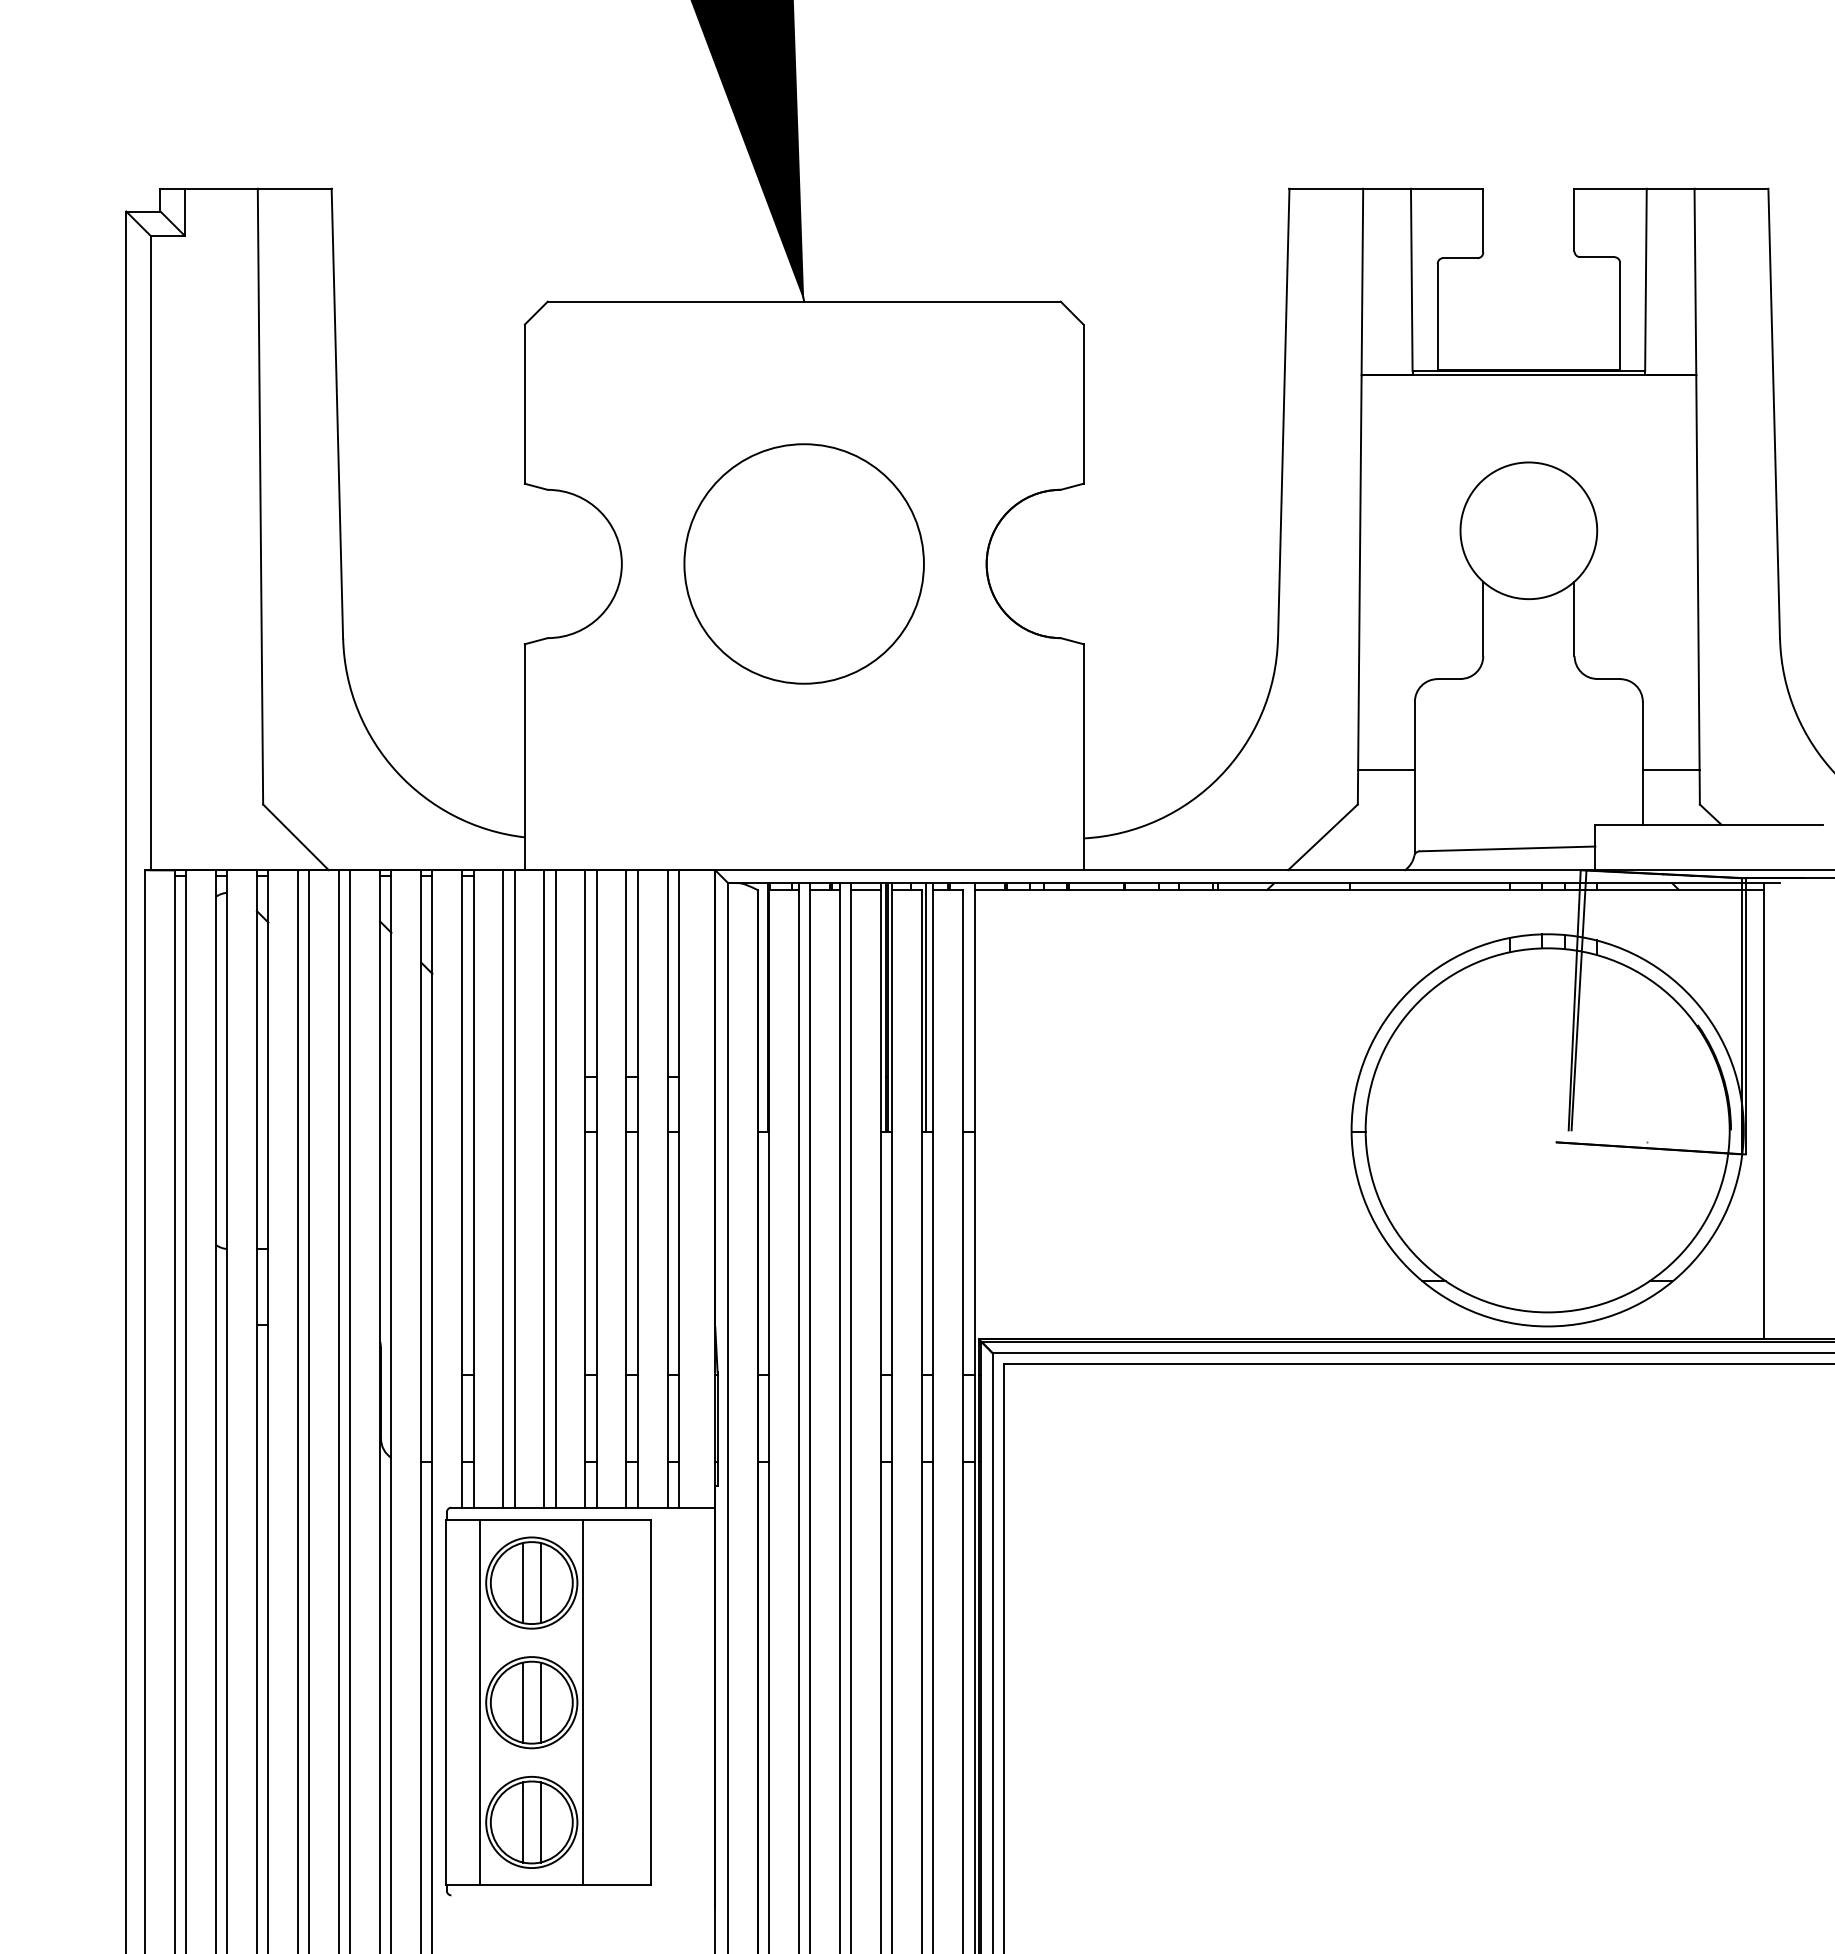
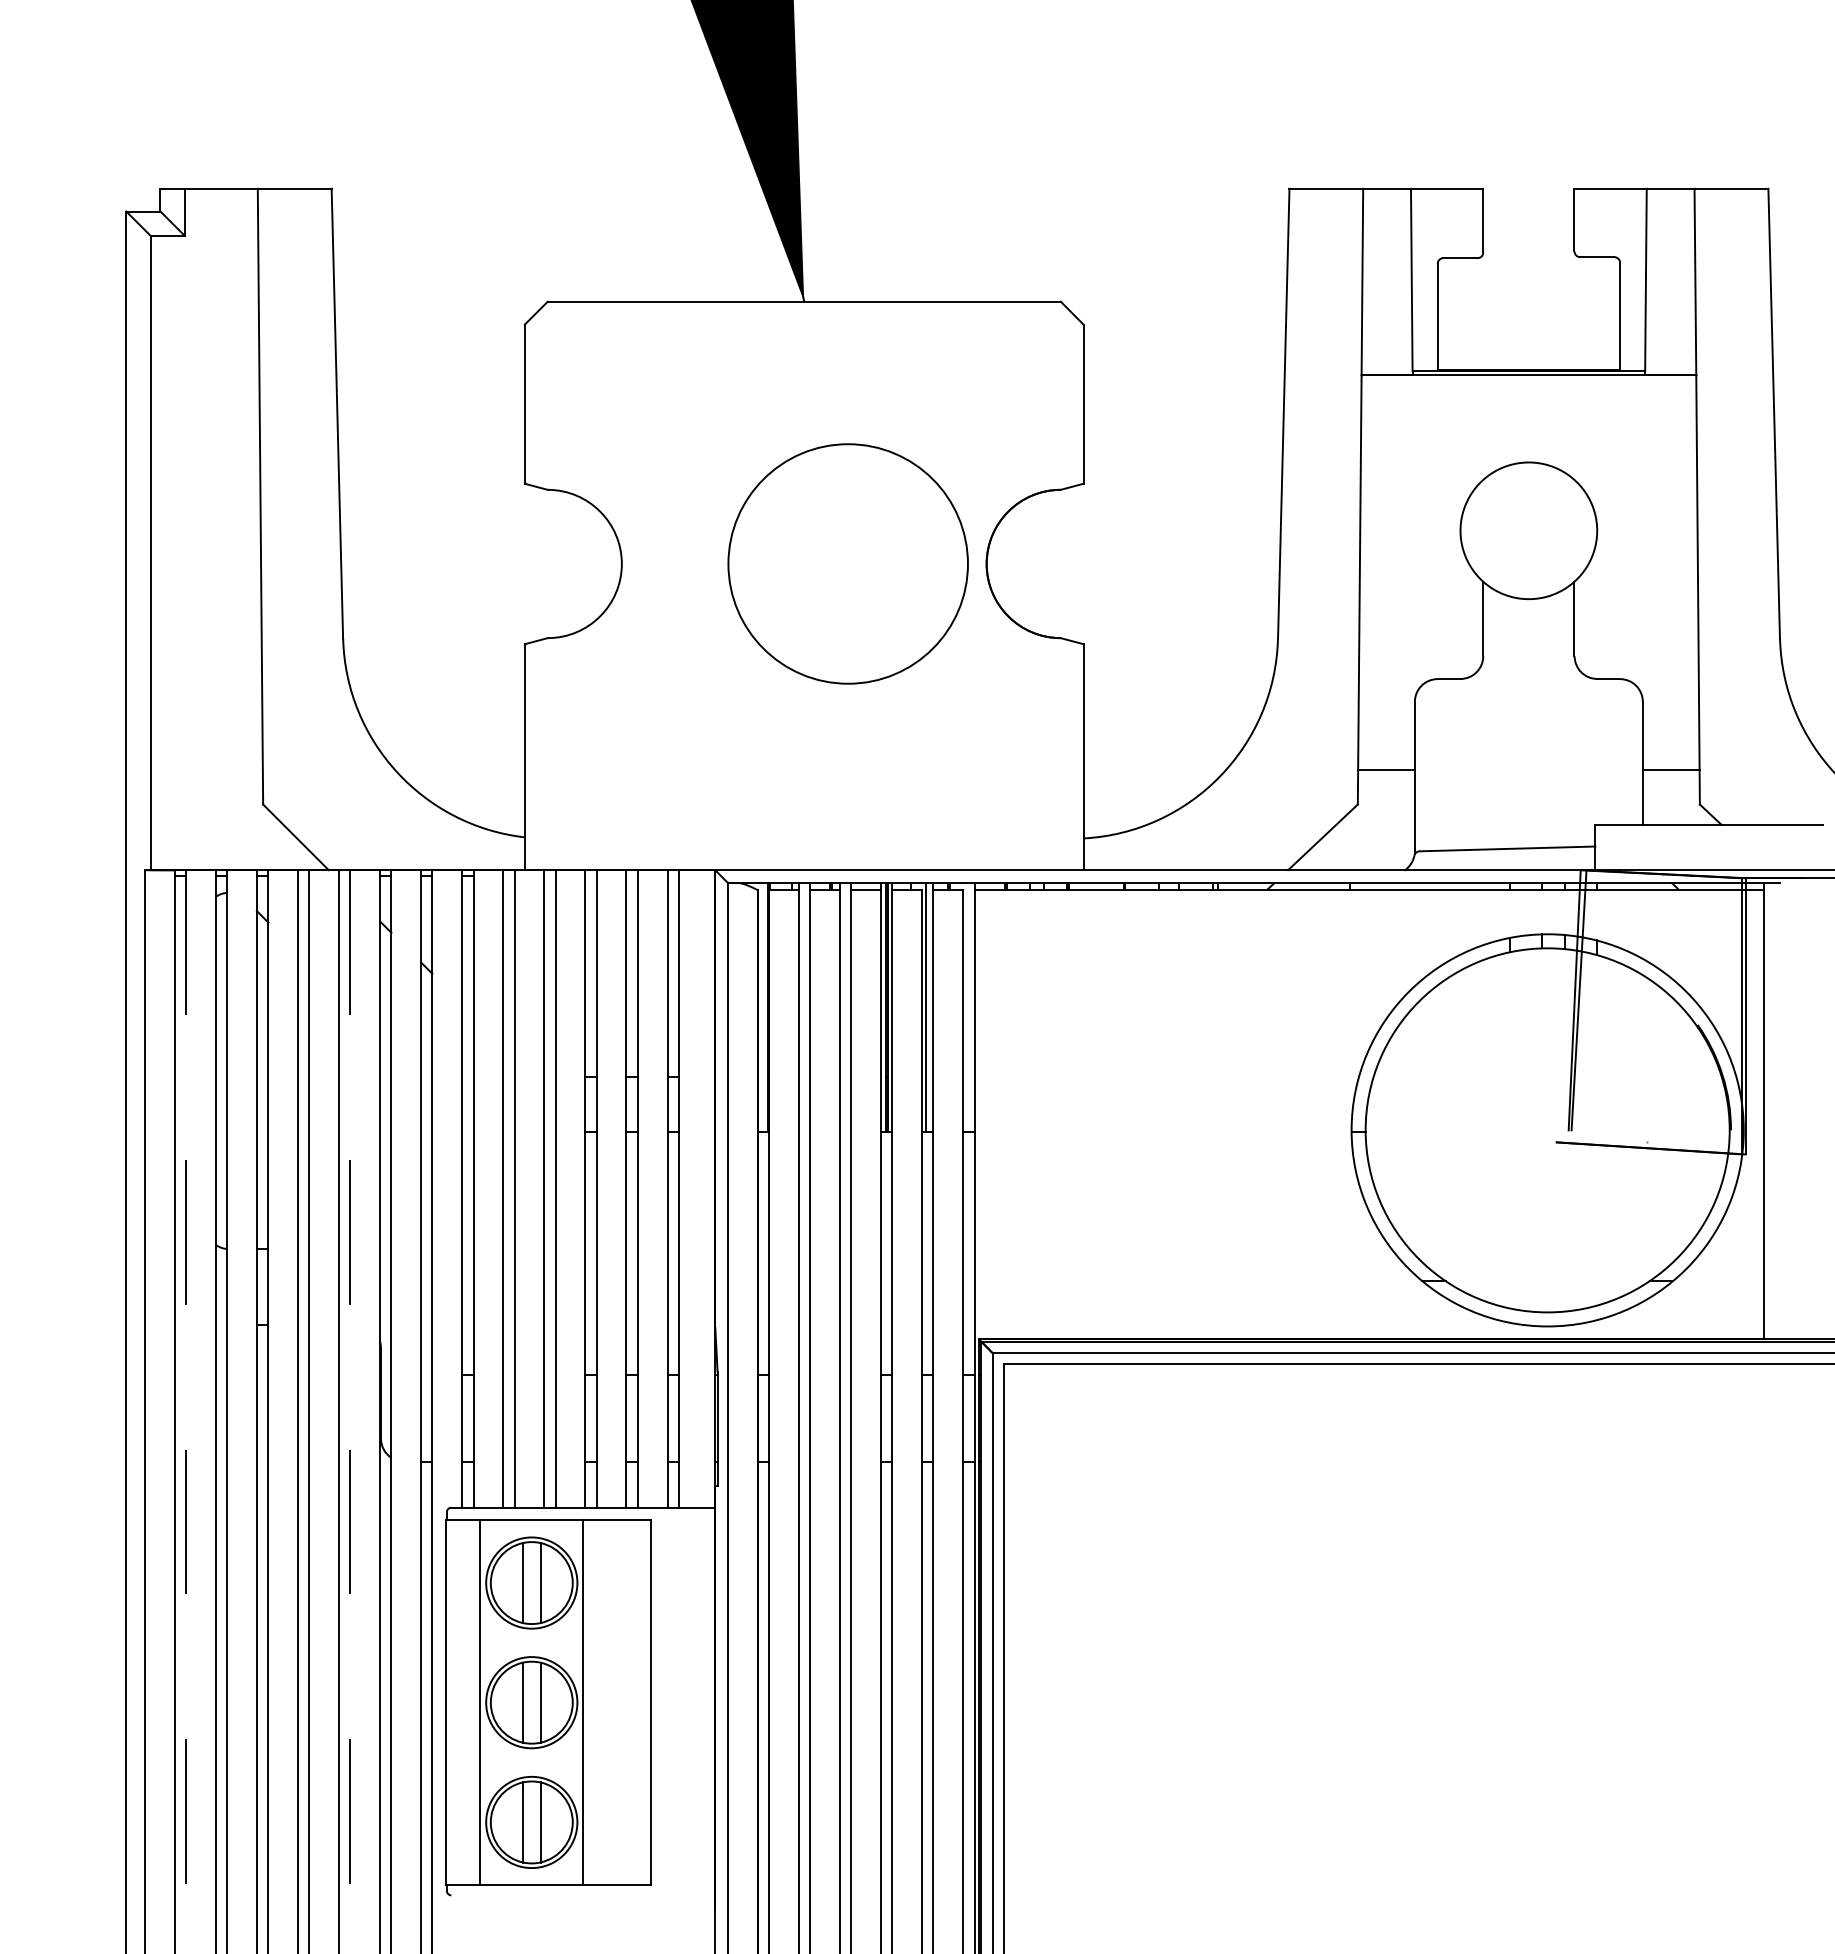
circle at (803, 563) position: (803, 563) -> (847, 563)
line at (186, 1412): solid -> dashed
line at (350, 1412): solid -> dashed
